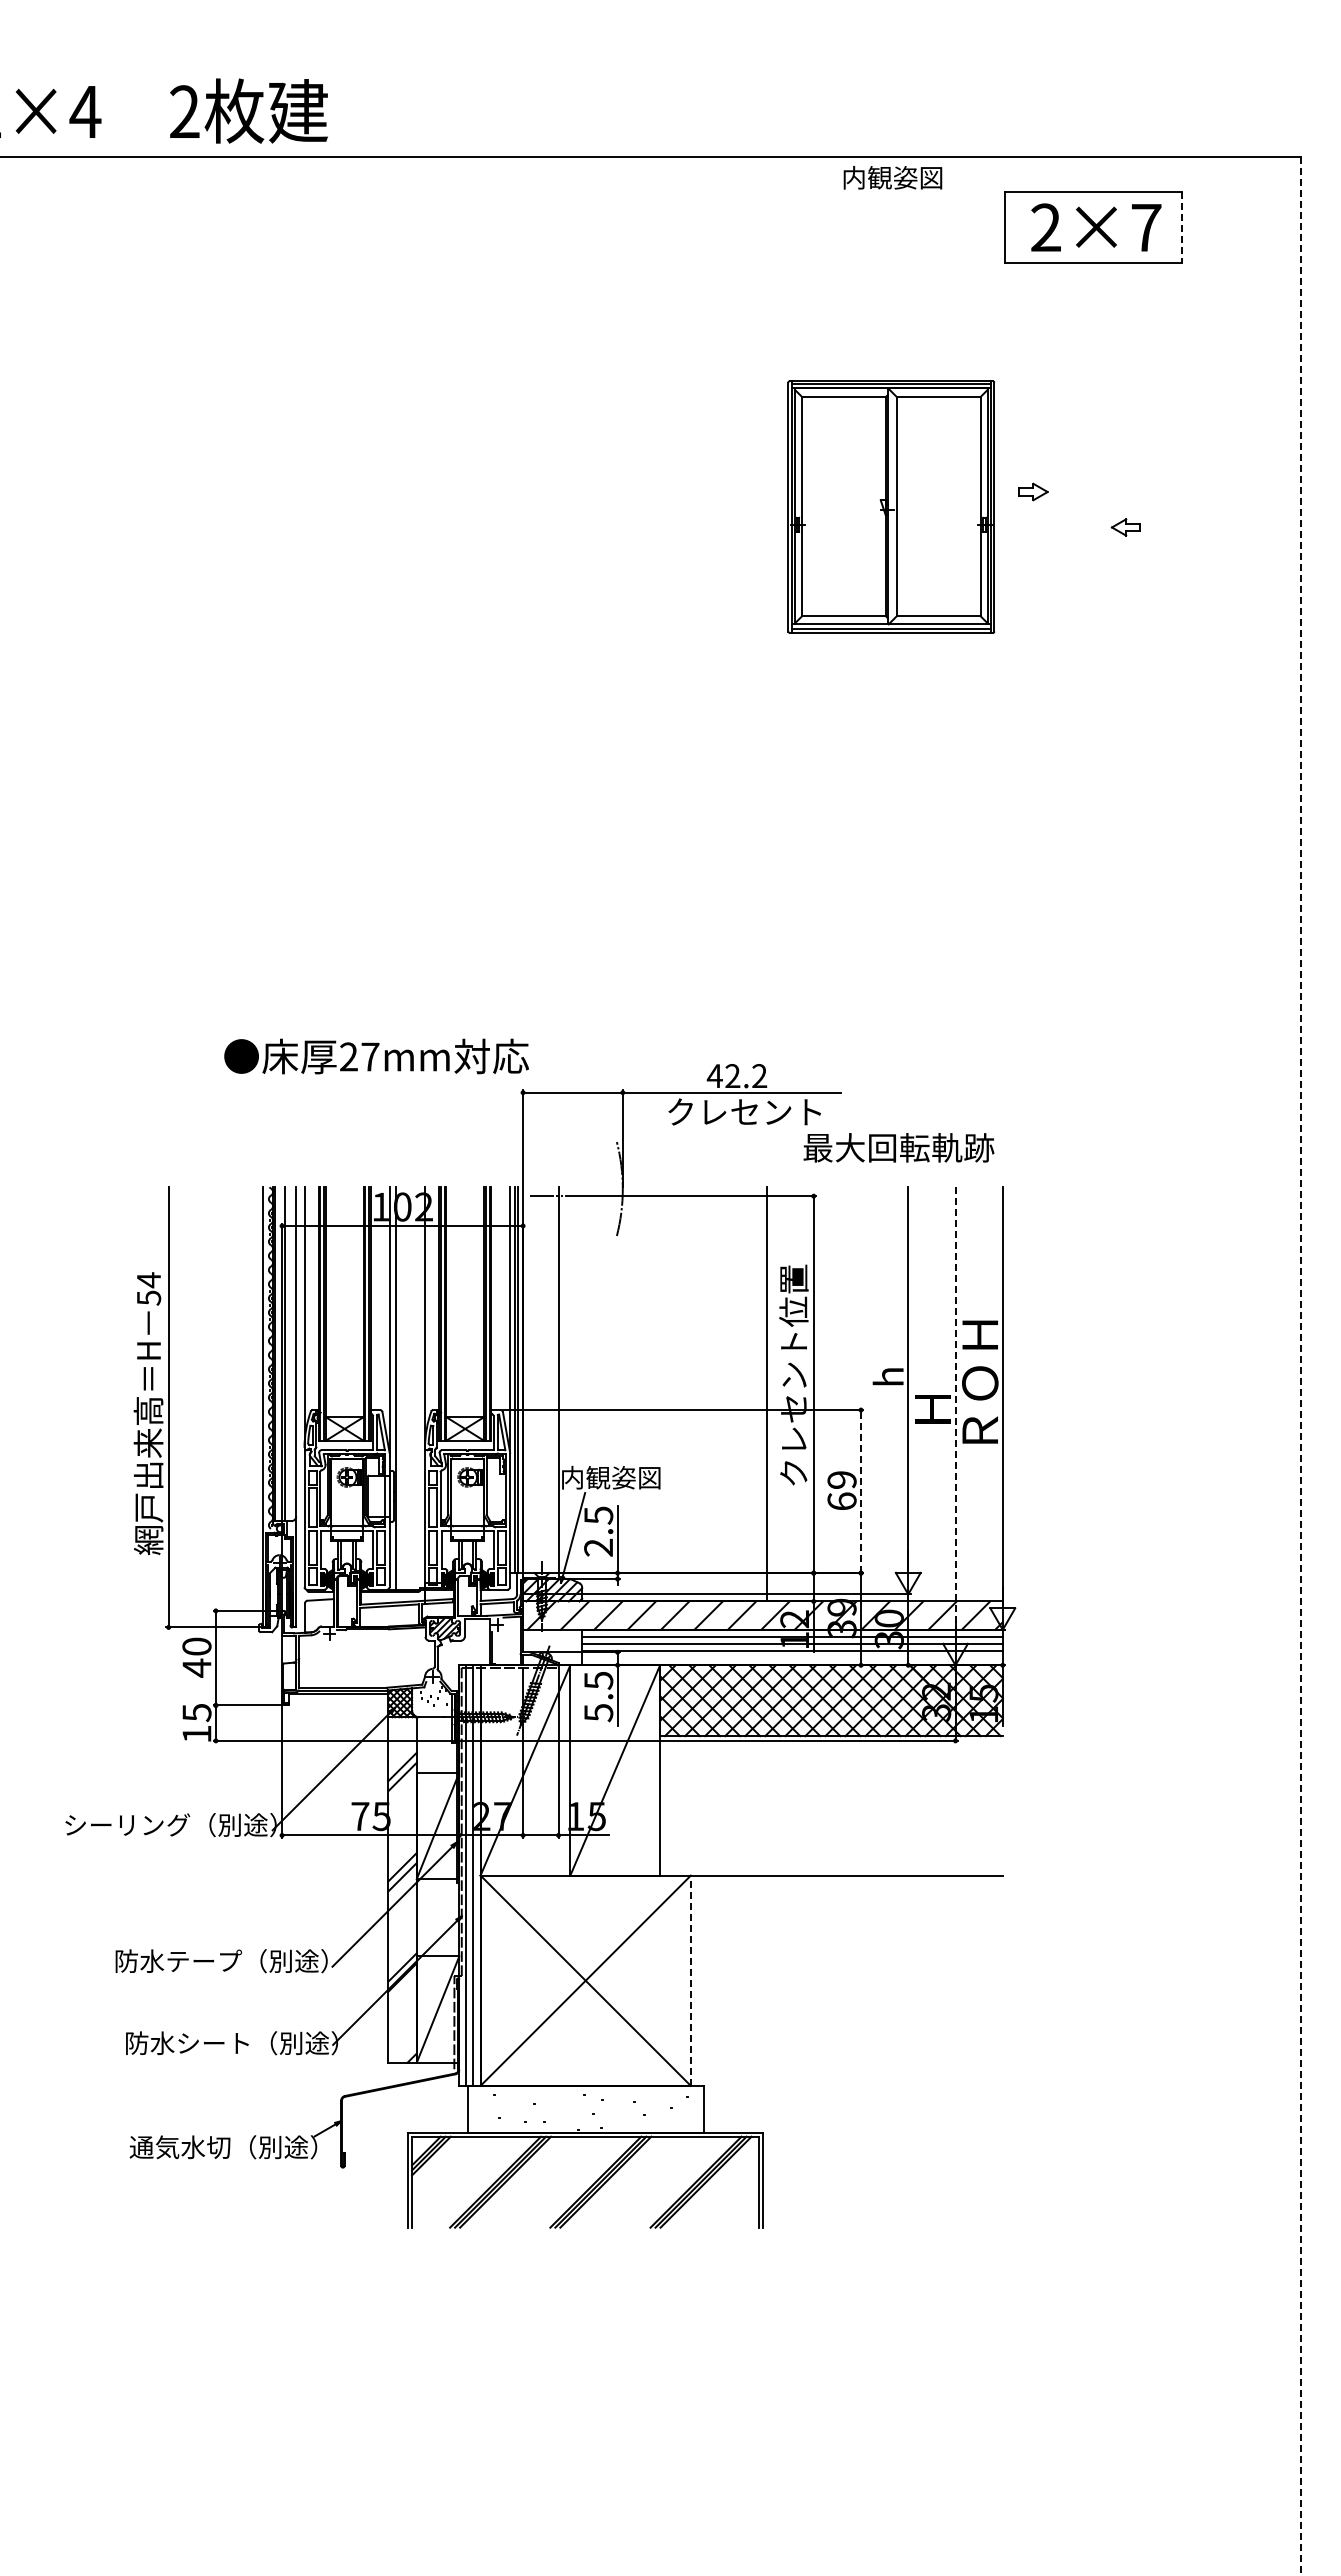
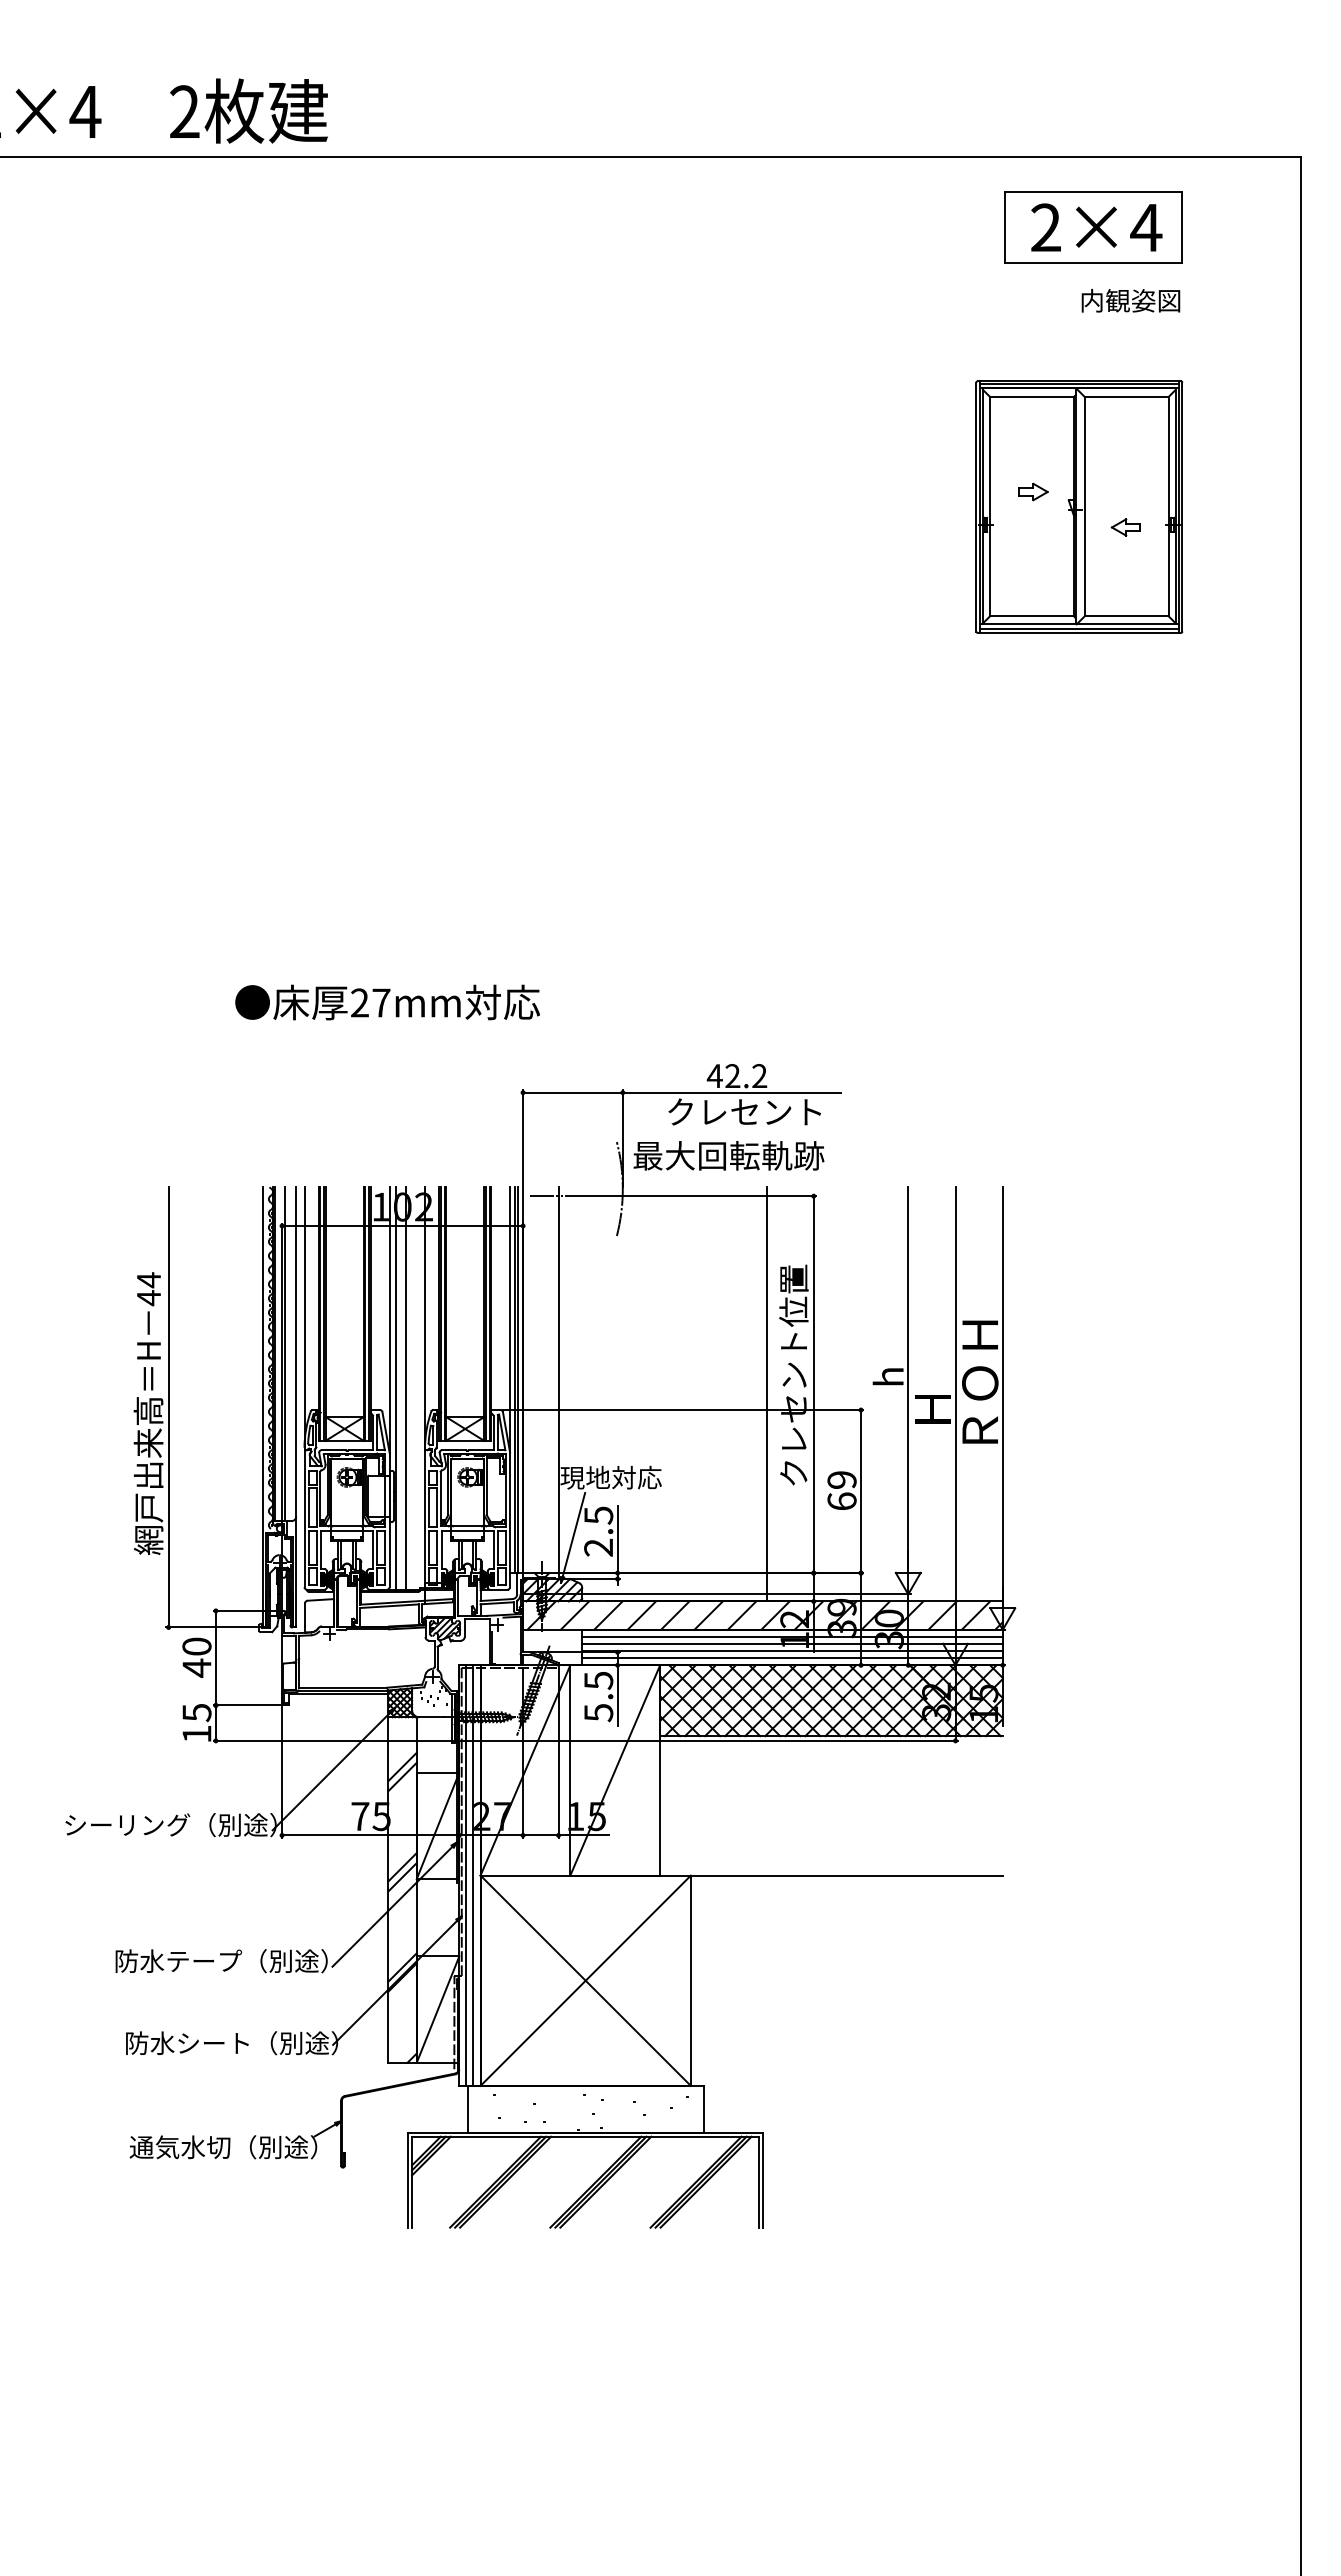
text at (892, 177) position: (892, 177) -> (1130, 300)
text at (1146, 227): 2×7 -> 2×4
line at (1182, 228): dashed -> solid
part at (891, 506) position: (891, 506) -> (1079, 506)
text at (376, 1056) position: (376, 1056) -> (387, 1002)
text at (898, 1147) position: (898, 1147) -> (728, 1155)
text at (149, 1298): 54 -> 44
line at (1300, 1365): dashed -> solid
line at (406, 1388): none -> present
line at (955, 1413): dashed -> solid
text at (610, 1477): 内観姿図 -> 現地対応
line at (861, 1491): dashed -> solid
line at (792, 1658): none -> present
line at (690, 1980): dashed -> solid
